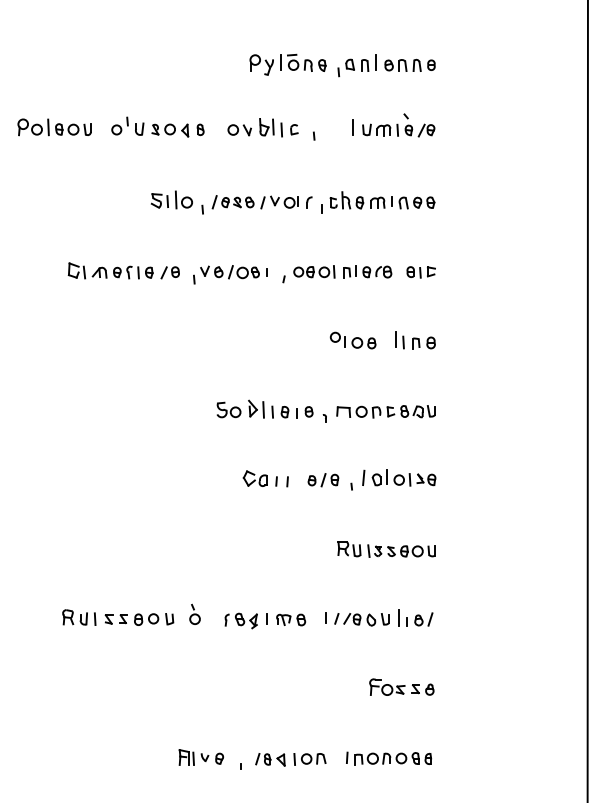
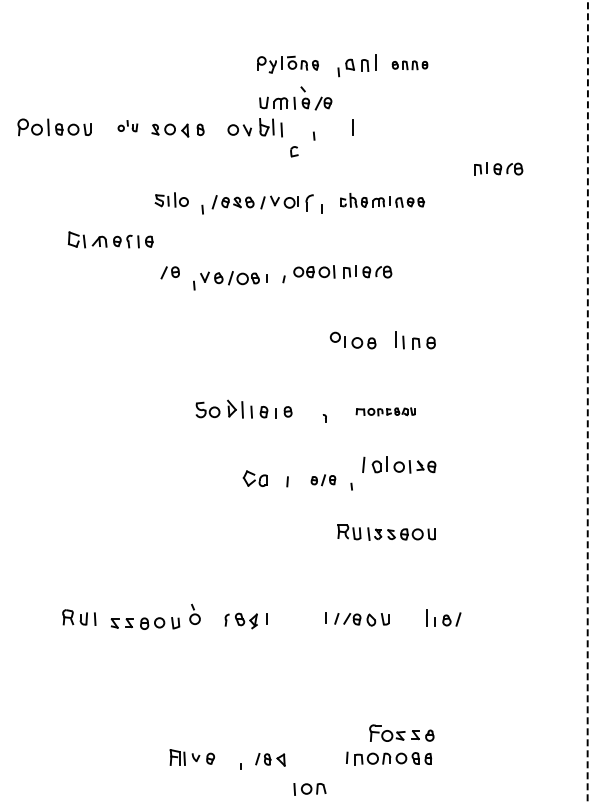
part at (287, 64) size: 78x23 px -> 62x19 px
part at (409, 64) size: 52x14 px -> 38x11 px
part at (127, 125) size: 34x20 px -> 22x13 px
part at (398, 125) position: (398, 125) -> (295, 98)
part at (294, 129) position: (294, 129) -> (294, 151)
part at (498, 168): none -> present
part at (171, 199) size: 43x20 px -> 35x16 px
part at (382, 200) size: 107x19 px -> 85x15 px
part at (309, 202) size: 7x13 px -> 9x18 px
part at (110, 270) position: (110, 270) -> (110, 239)
part at (420, 272): present -> none
part at (230, 274) position: (230, 274) -> (230, 280)
line at (587, 401): solid -> dashed
part at (264, 408) position: (264, 408) -> (243, 408)
part at (385, 411) size: 100x14 px -> 61x10 px
part at (399, 477) position: (399, 477) -> (399, 464)
part at (323, 480) size: 33x15 px -> 27x13 px
line at (276, 481): present -> none
part at (386, 549) position: (386, 549) -> (386, 532)
part at (415, 617) position: (415, 617) -> (443, 617)
part at (139, 619) position: (139, 619) -> (145, 623)
part at (291, 619): present -> none
part at (401, 686) position: (401, 686) -> (401, 732)
part at (200, 757) position: (200, 757) -> (191, 757)
part at (309, 759) position: (309, 759) -> (309, 789)
